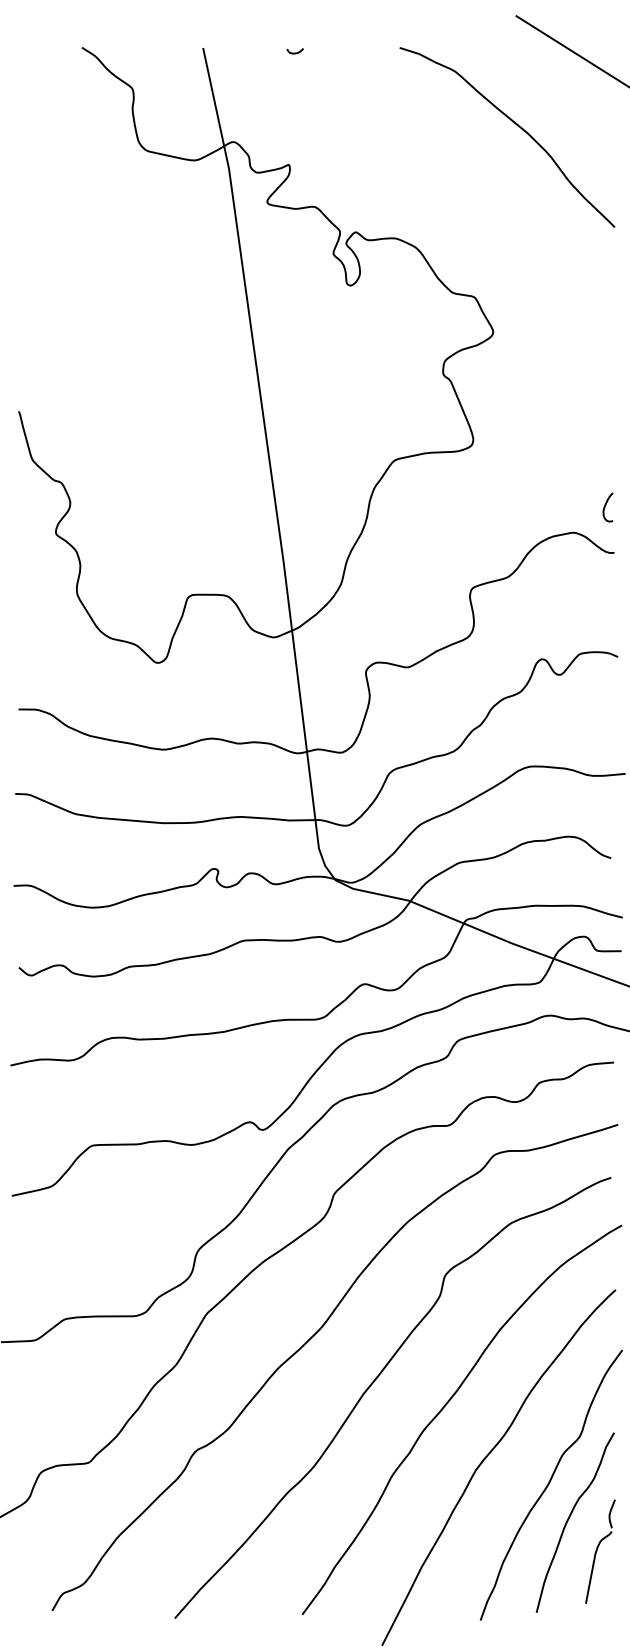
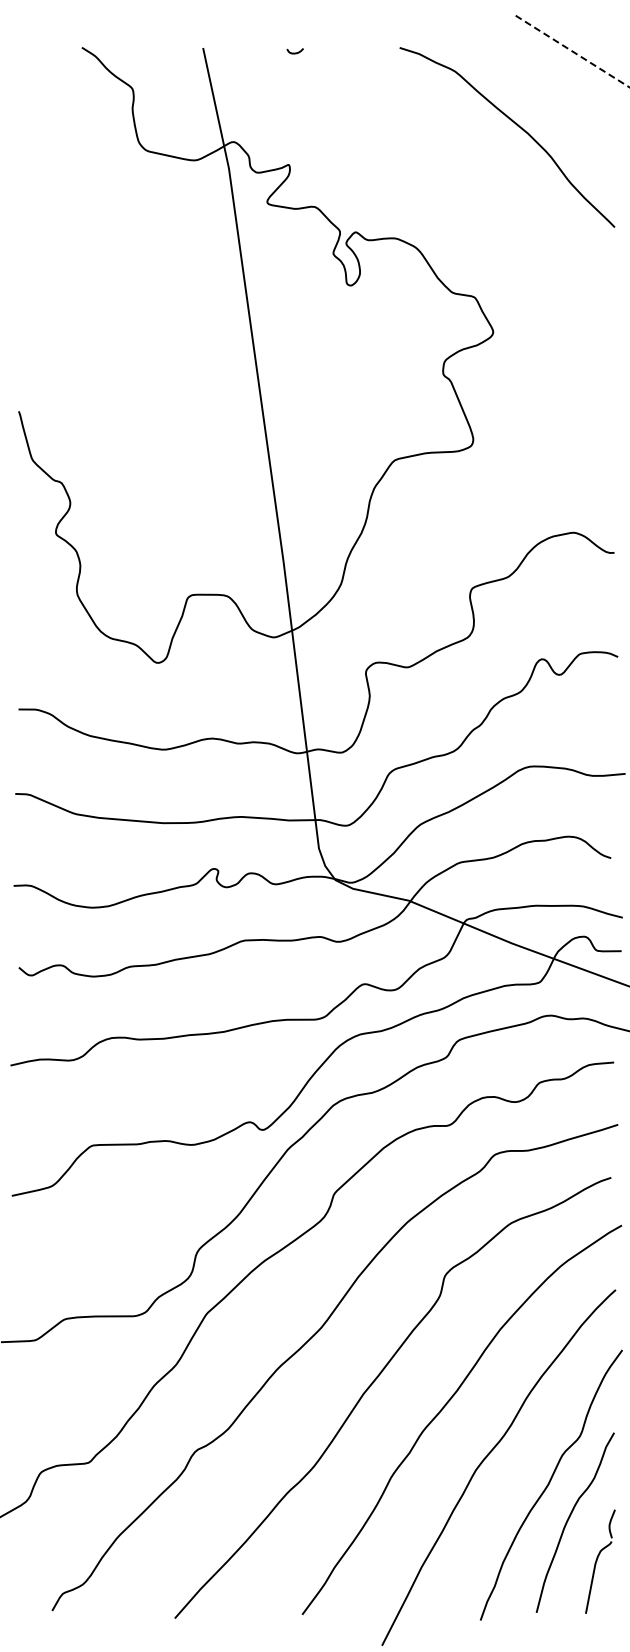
line at (573, 51): solid -> dashed
curve at (605, 507): present -> none
part at (600, 1551) position: (600, 1551) -> (600, 1561)
